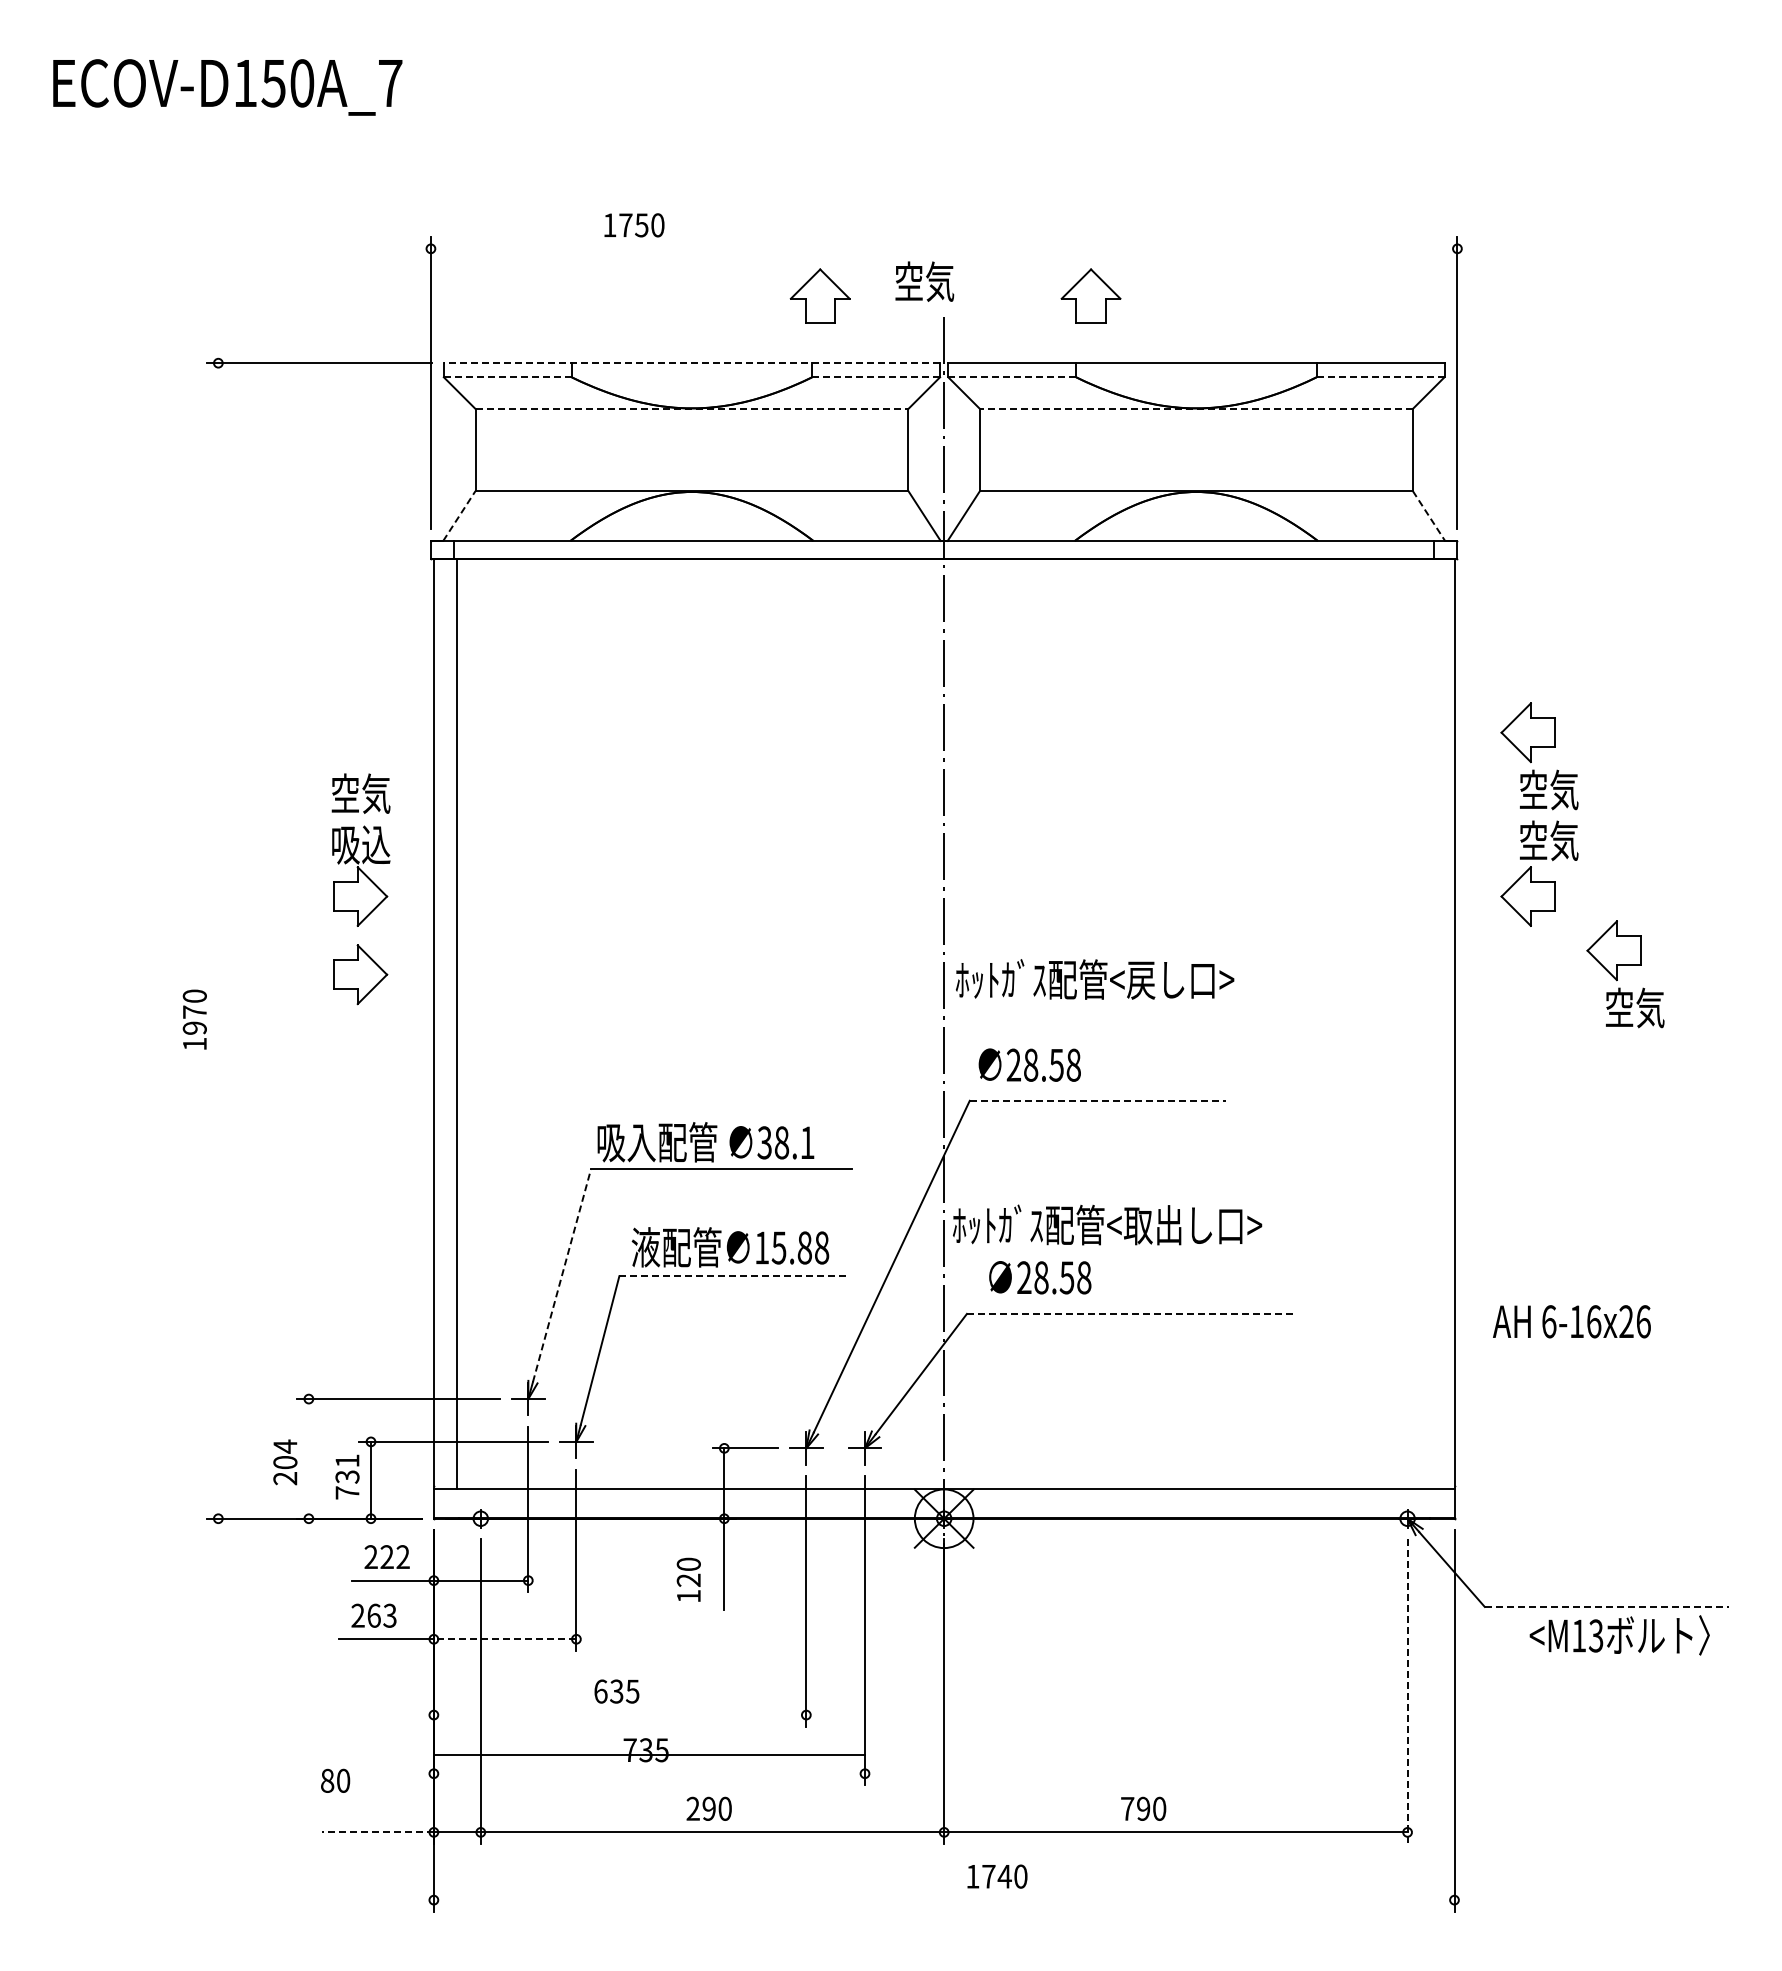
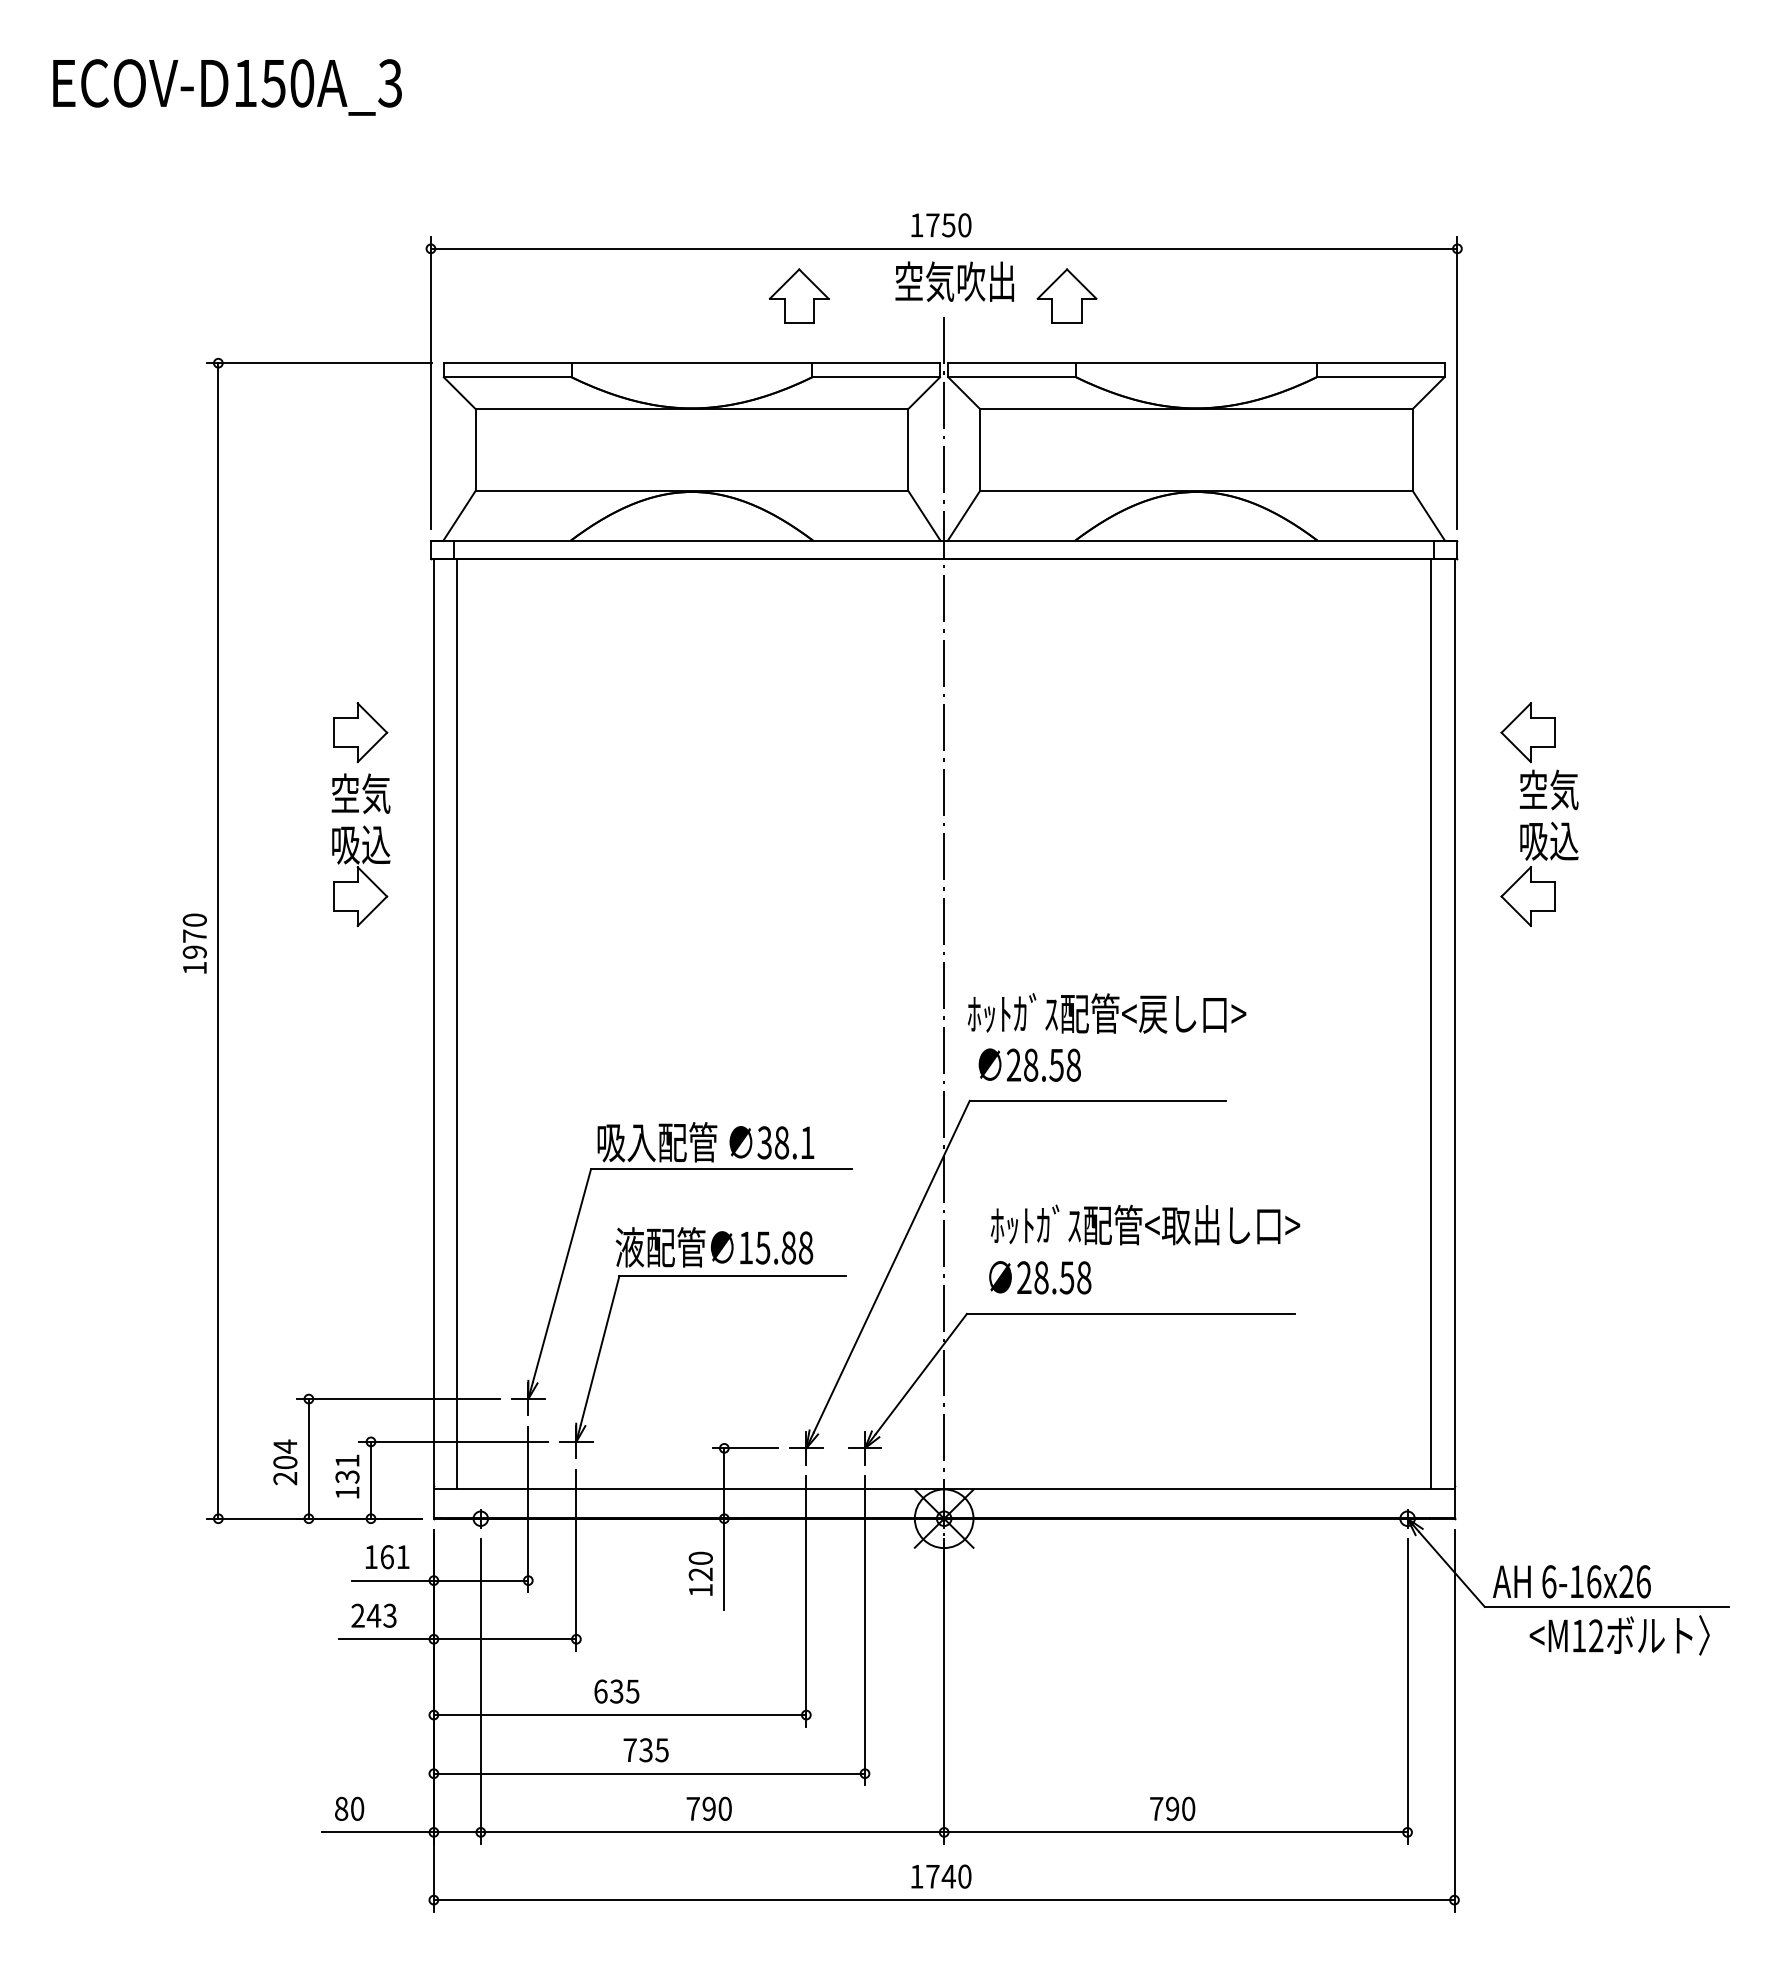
text at (390, 83): ECOV-D150A_7 -> ECOV-D150A_3
text at (634, 225) position: (634, 225) -> (941, 225)
line at (943, 248): none -> present
text at (985, 281): 空気 -> 空気吹出
part at (819, 295) position: (819, 295) -> (798, 295)
part at (1090, 295) position: (1090, 295) -> (1066, 295)
line at (691, 363): dashed -> solid
line at (507, 377): dashed -> solid
line at (876, 377): dashed -> solid
line at (1012, 377): dashed -> solid
line at (1380, 377): dashed -> solid
line at (692, 408): dashed -> solid
line at (1195, 408): dashed -> solid
line at (459, 516): dashed -> solid
line at (1428, 516): dashed -> solid
text at (1548, 840): 空気 -> 吸込
line at (218, 940): none -> present
part at (360, 974) position: (360, 974) -> (360, 732)
part at (1617, 974): present -> none
text at (1095, 979) position: (1095, 979) -> (1107, 1013)
text at (194, 1019) position: (194, 1019) -> (194, 943)
line at (1431, 1023): none -> present
line at (1098, 1100): dashed -> solid
text at (1107, 1224) position: (1107, 1224) -> (1145, 1224)
text at (730, 1247) position: (730, 1247) -> (714, 1247)
line at (562, 1275): dashed -> solid
line at (733, 1276): dashed -> solid
line at (1130, 1313): dashed -> solid
text at (1571, 1321) position: (1571, 1321) -> (1571, 1581)
line at (308, 1458): none -> present
text at (347, 1492): 731 -> 131
text at (386, 1557): 222 -> 161
text at (688, 1579) position: (688, 1579) -> (700, 1573)
line at (1606, 1606): dashed -> solid
text at (373, 1615): 263 -> 243
text at (1595, 1636): <M13 -> <M12
line at (504, 1639): dashed -> solid
line at (1407, 1692): dashed -> solid
line at (619, 1715): none -> present
line at (649, 1754) position: (649, 1754) -> (649, 1773)
text at (335, 1780) position: (335, 1780) -> (349, 1808)
text at (692, 1808): 290 -> 790
text at (1143, 1808) position: (1143, 1808) -> (1172, 1808)
line at (377, 1832): dashed -> solid
text at (997, 1876) position: (997, 1876) -> (941, 1876)
line at (943, 1900): none -> present
